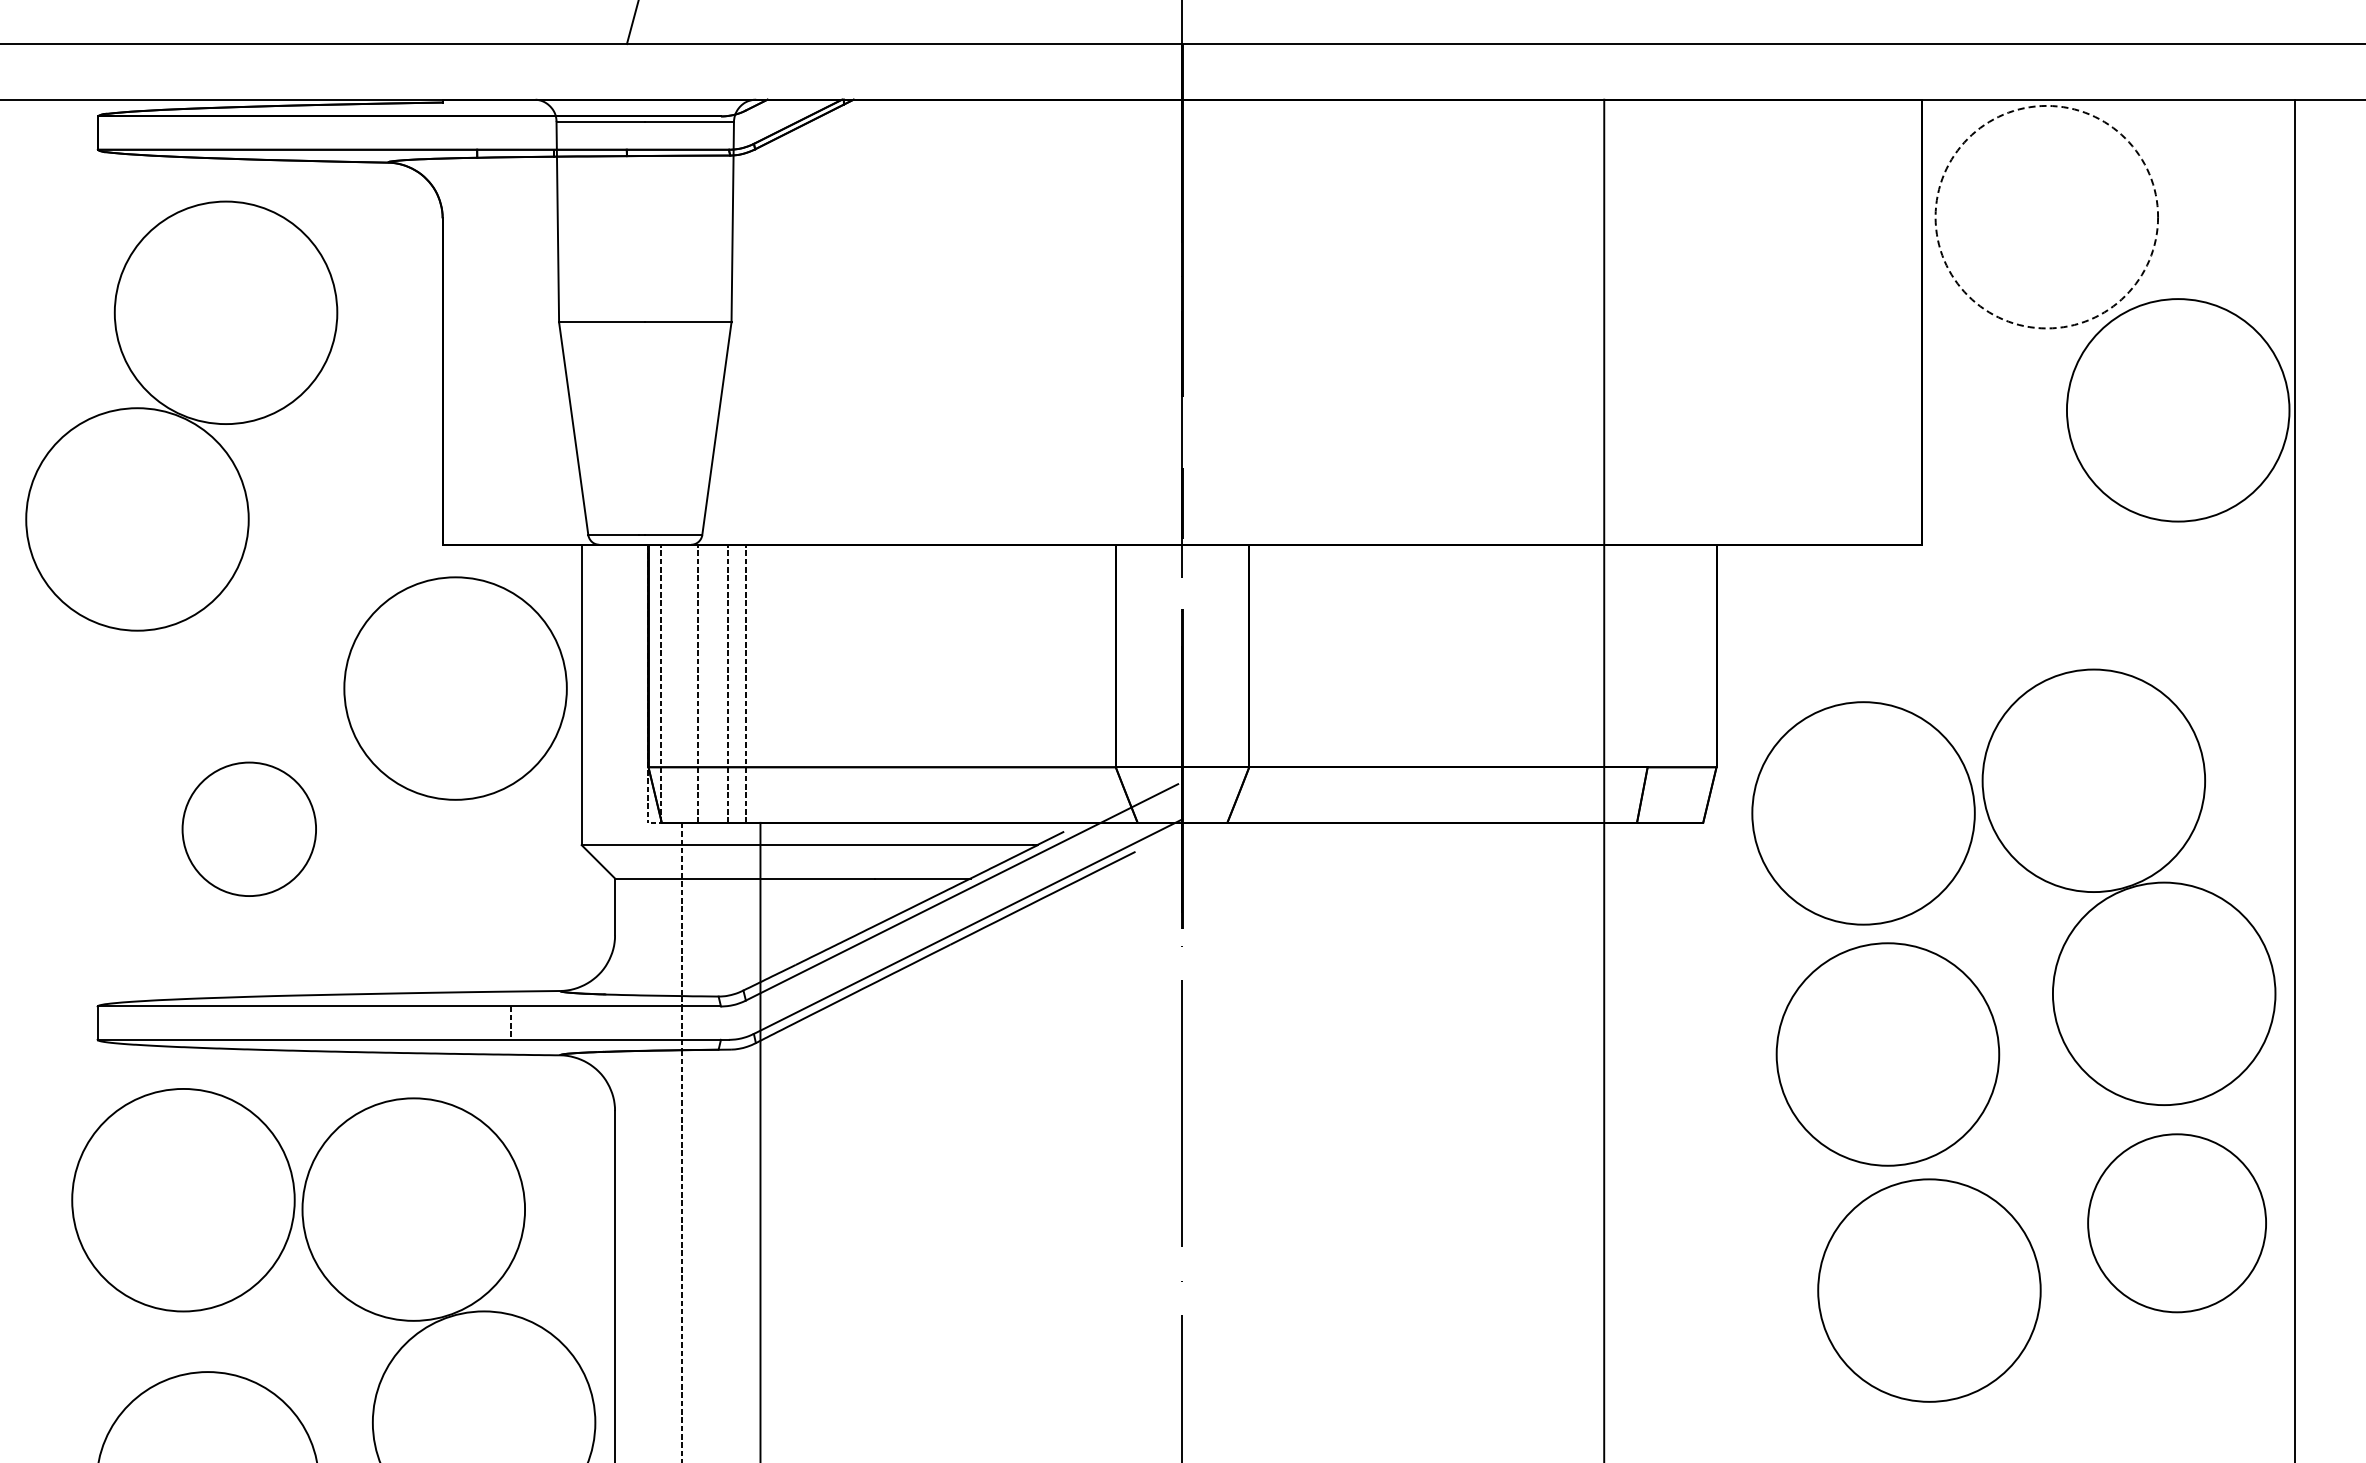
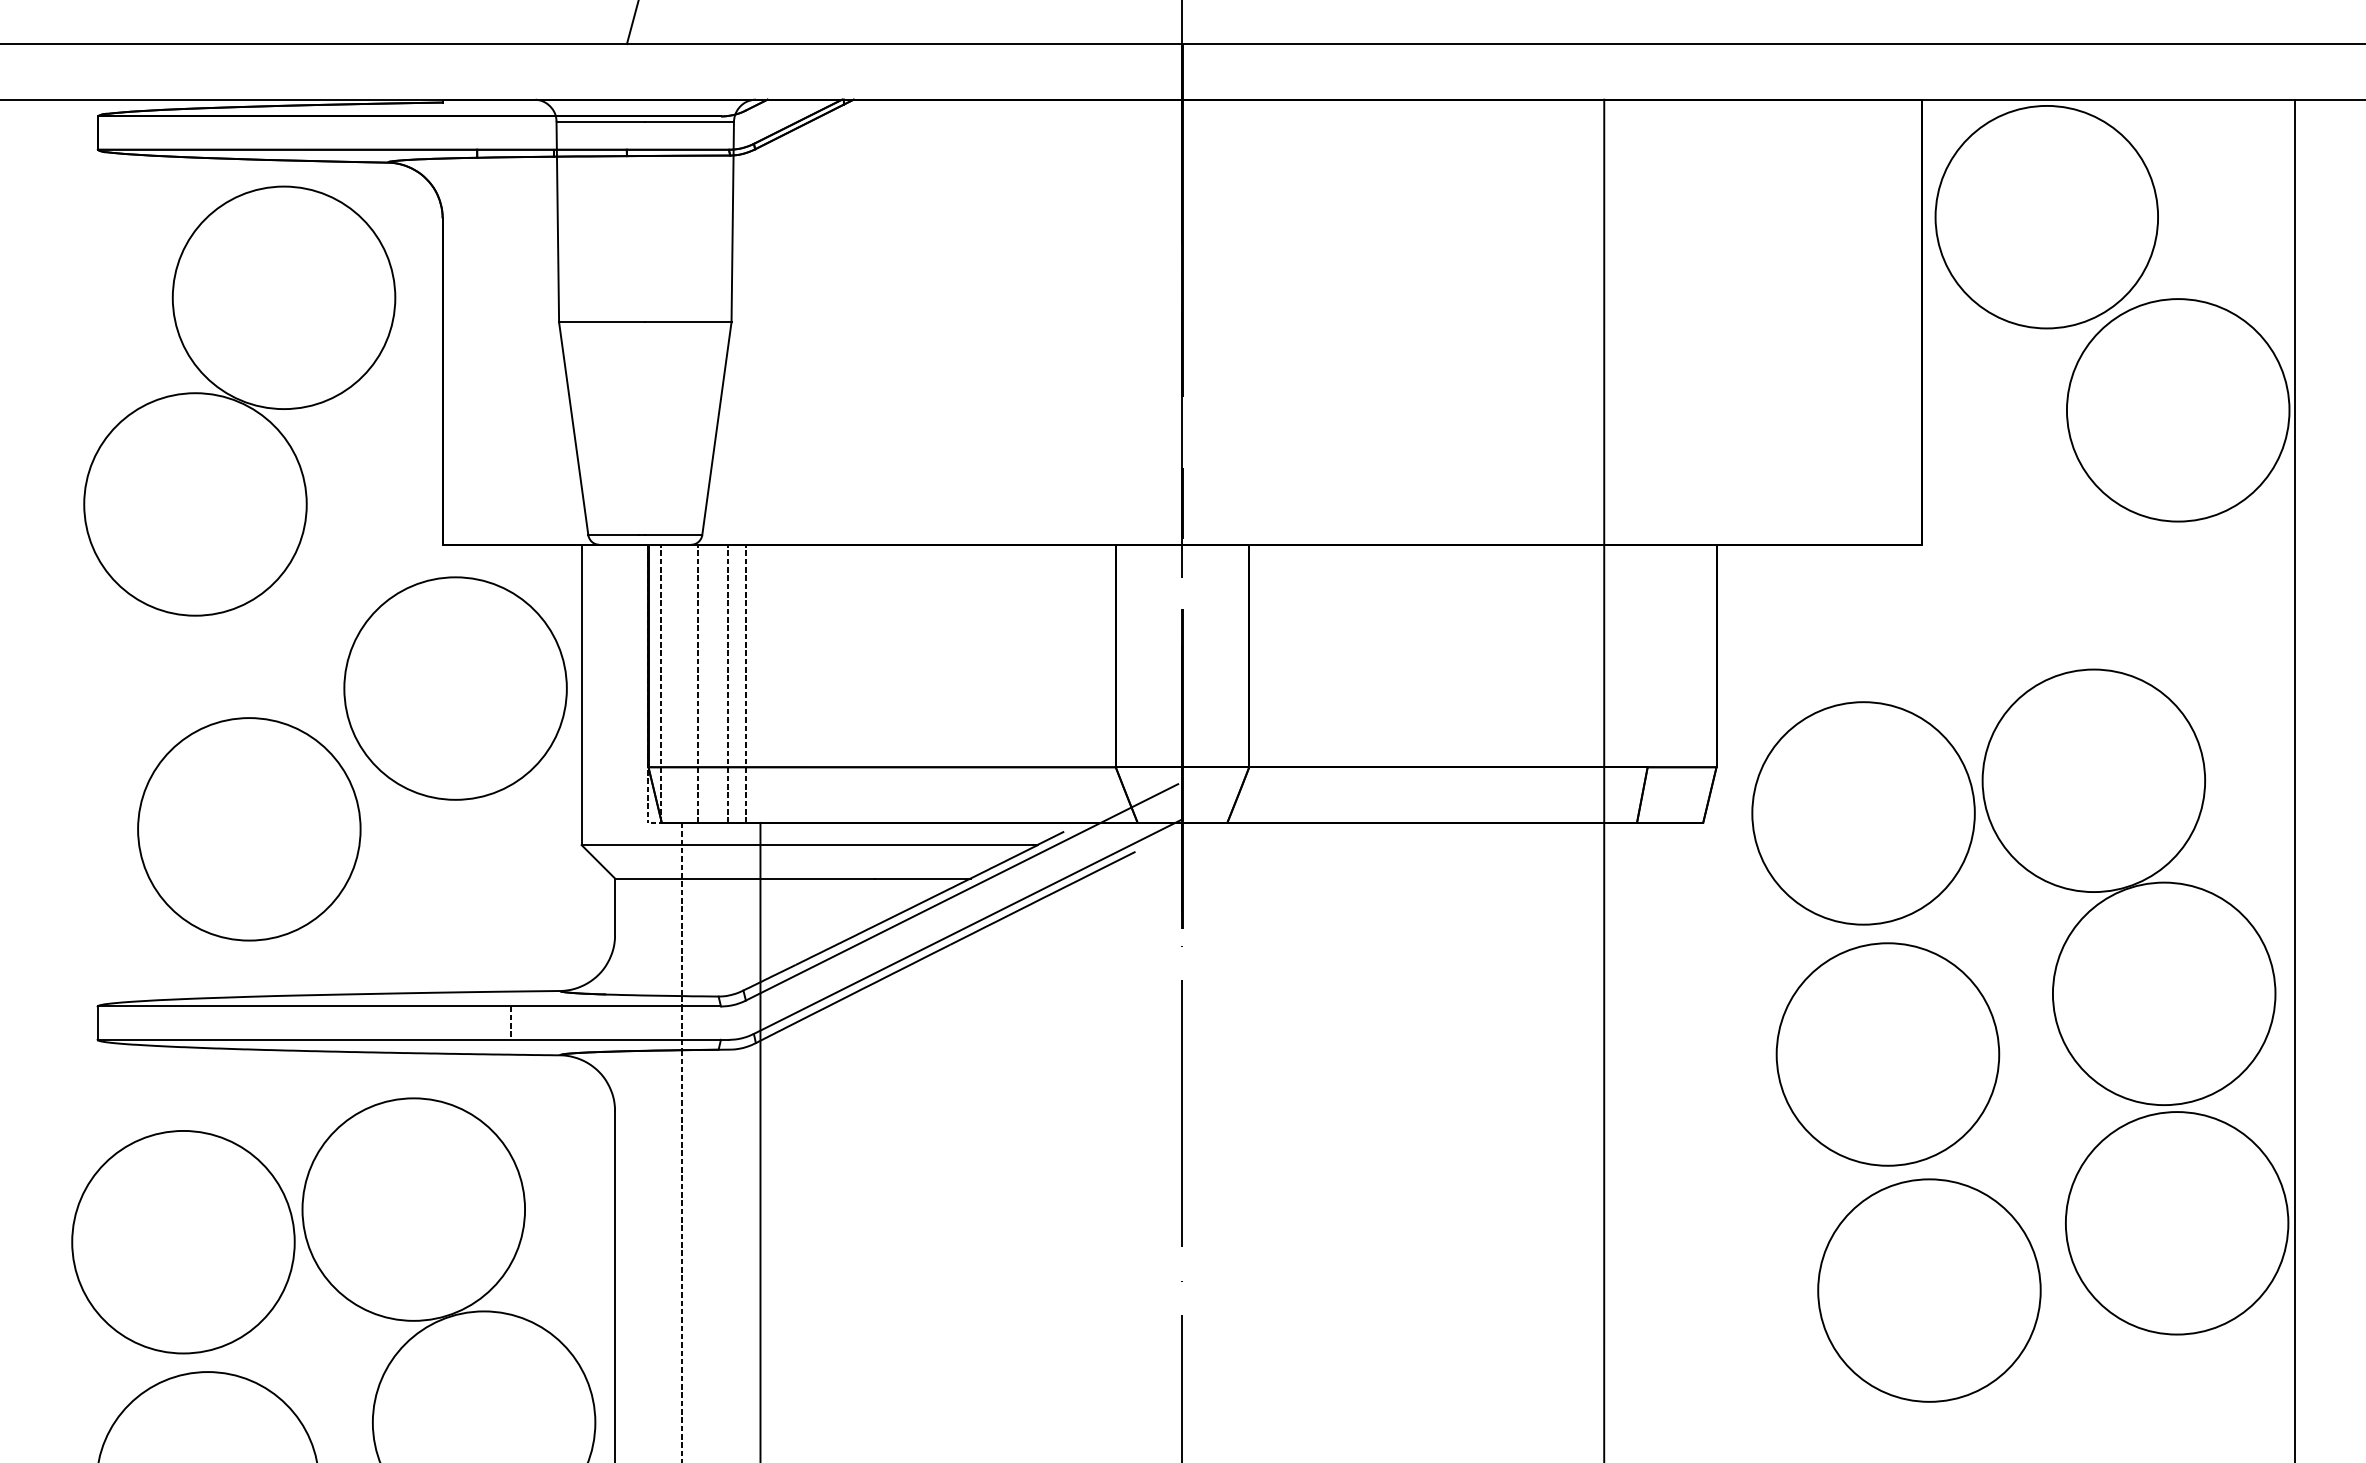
circle at (2046, 216): dashed -> solid
part at (181, 415) position: (181, 415) -> (239, 400)
circle at (249, 829) diameter: 134 px -> 223 px
circle at (183, 1200) position: (183, 1200) -> (183, 1242)
circle at (2177, 1223) diameter: 178 px -> 223 px
